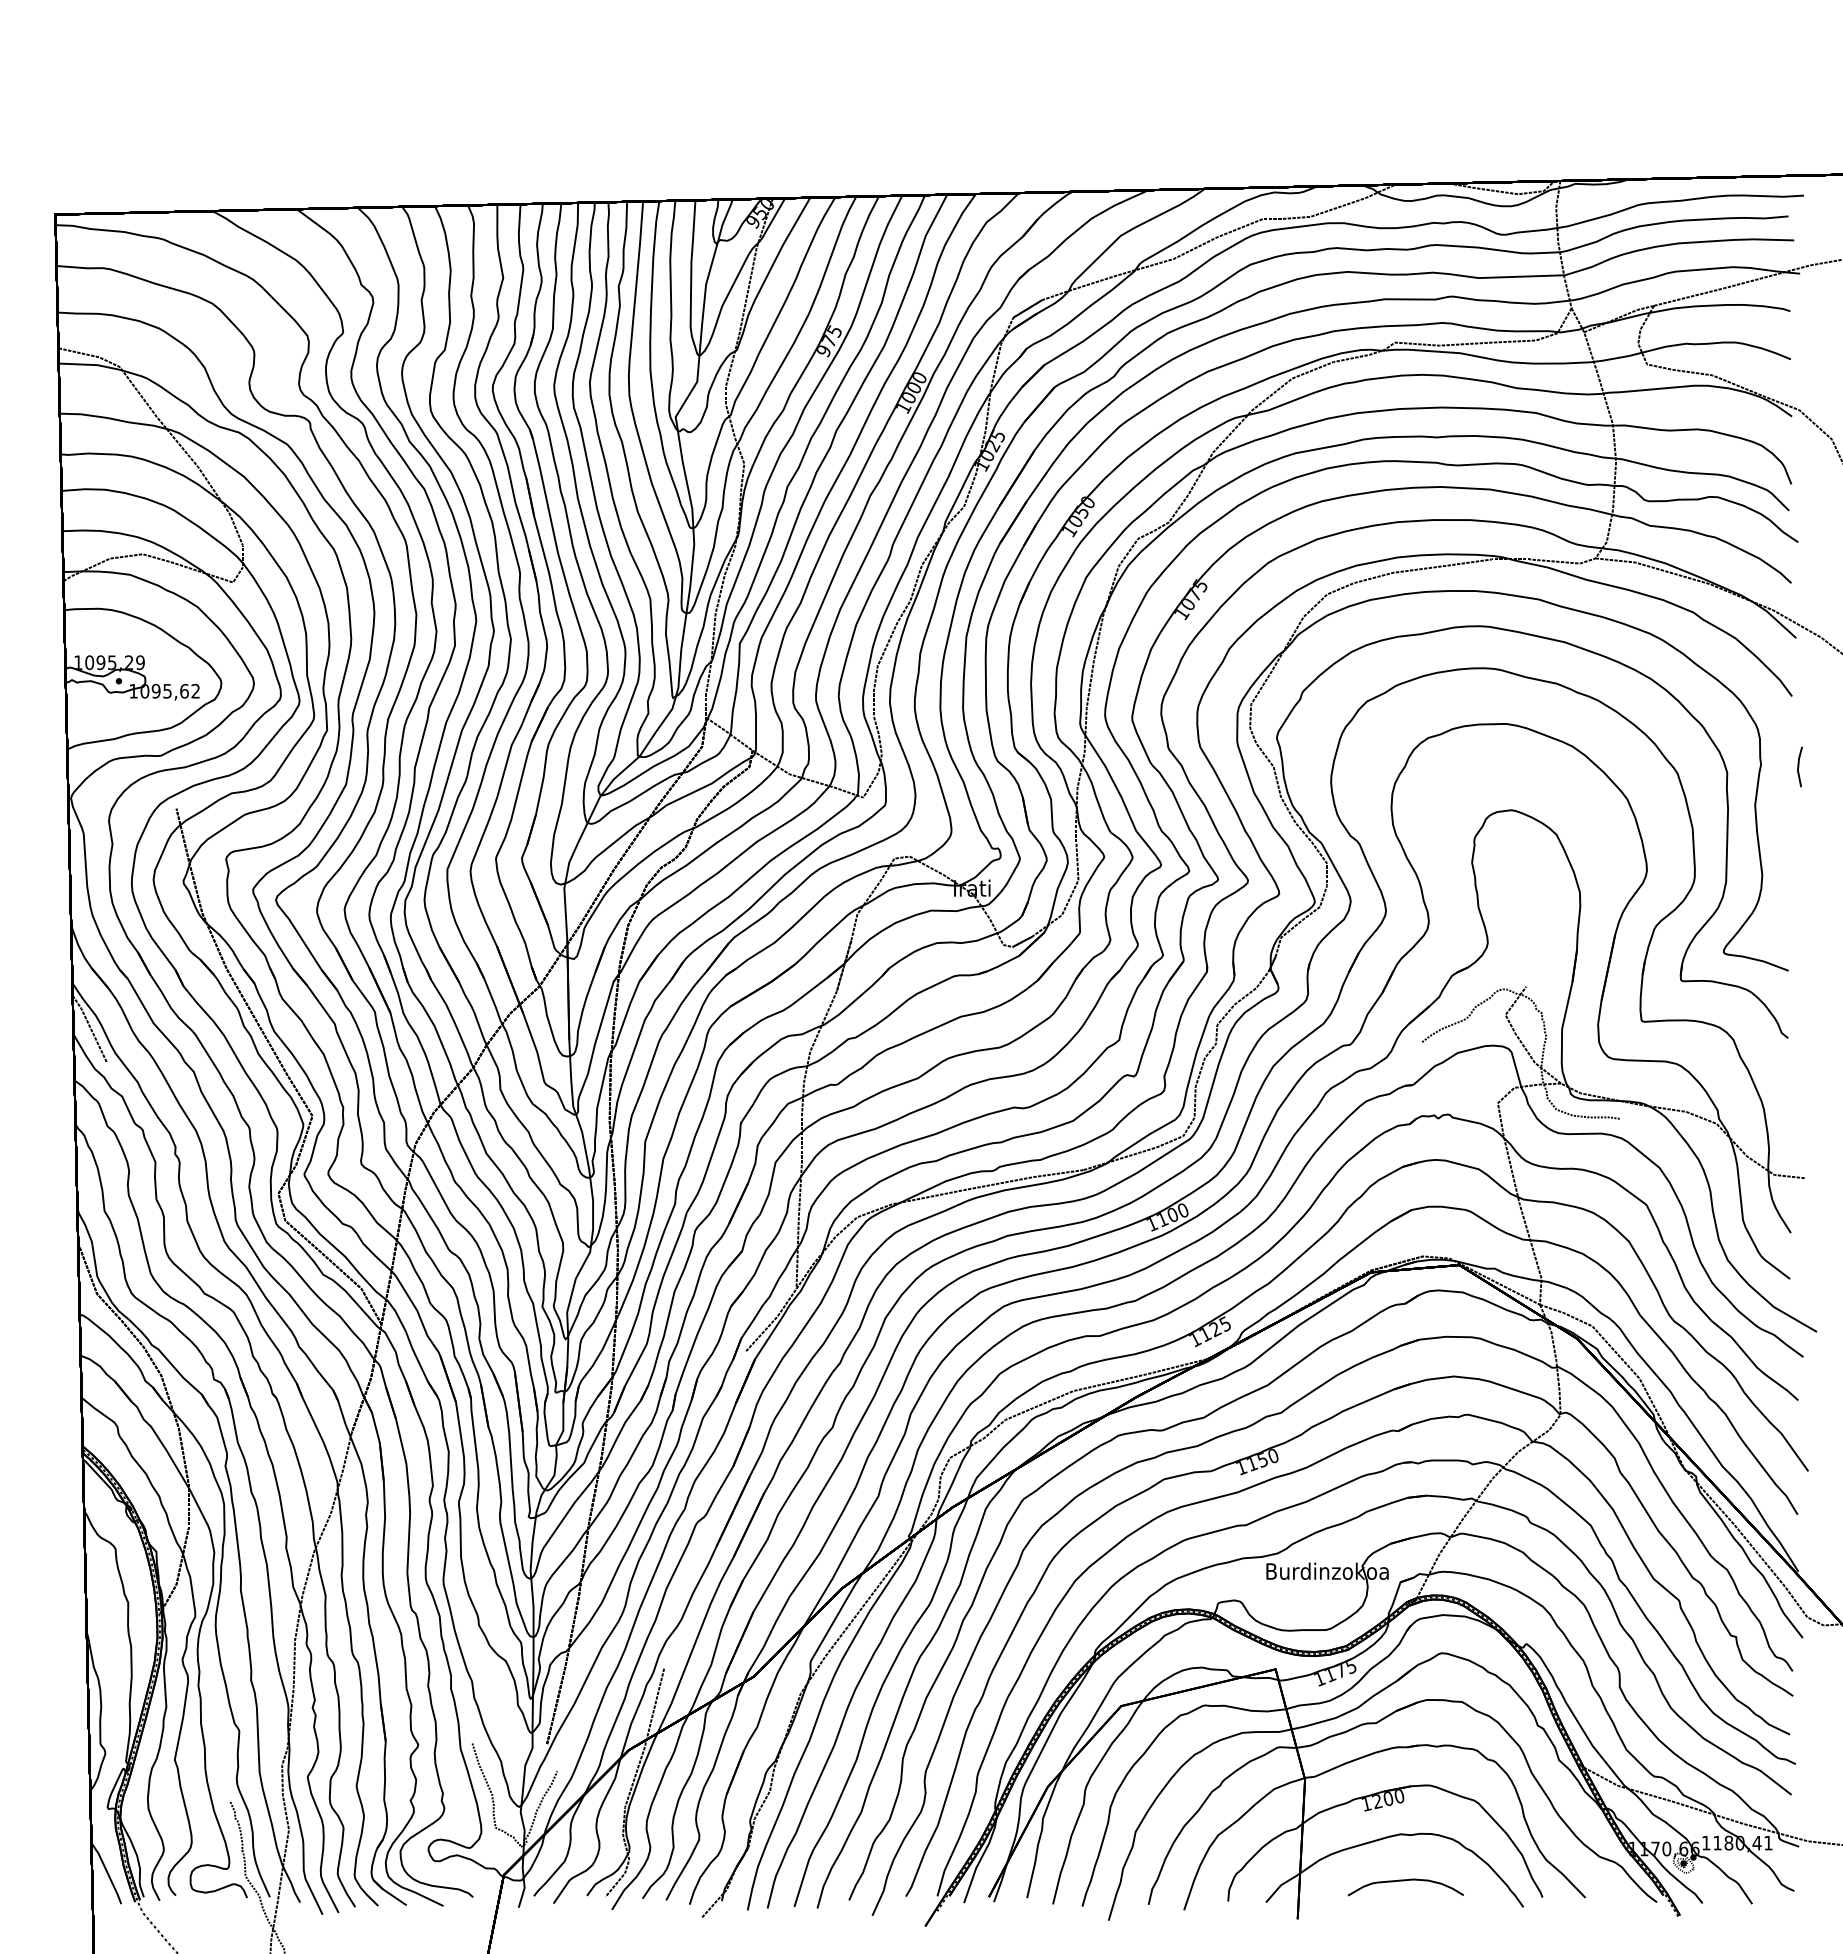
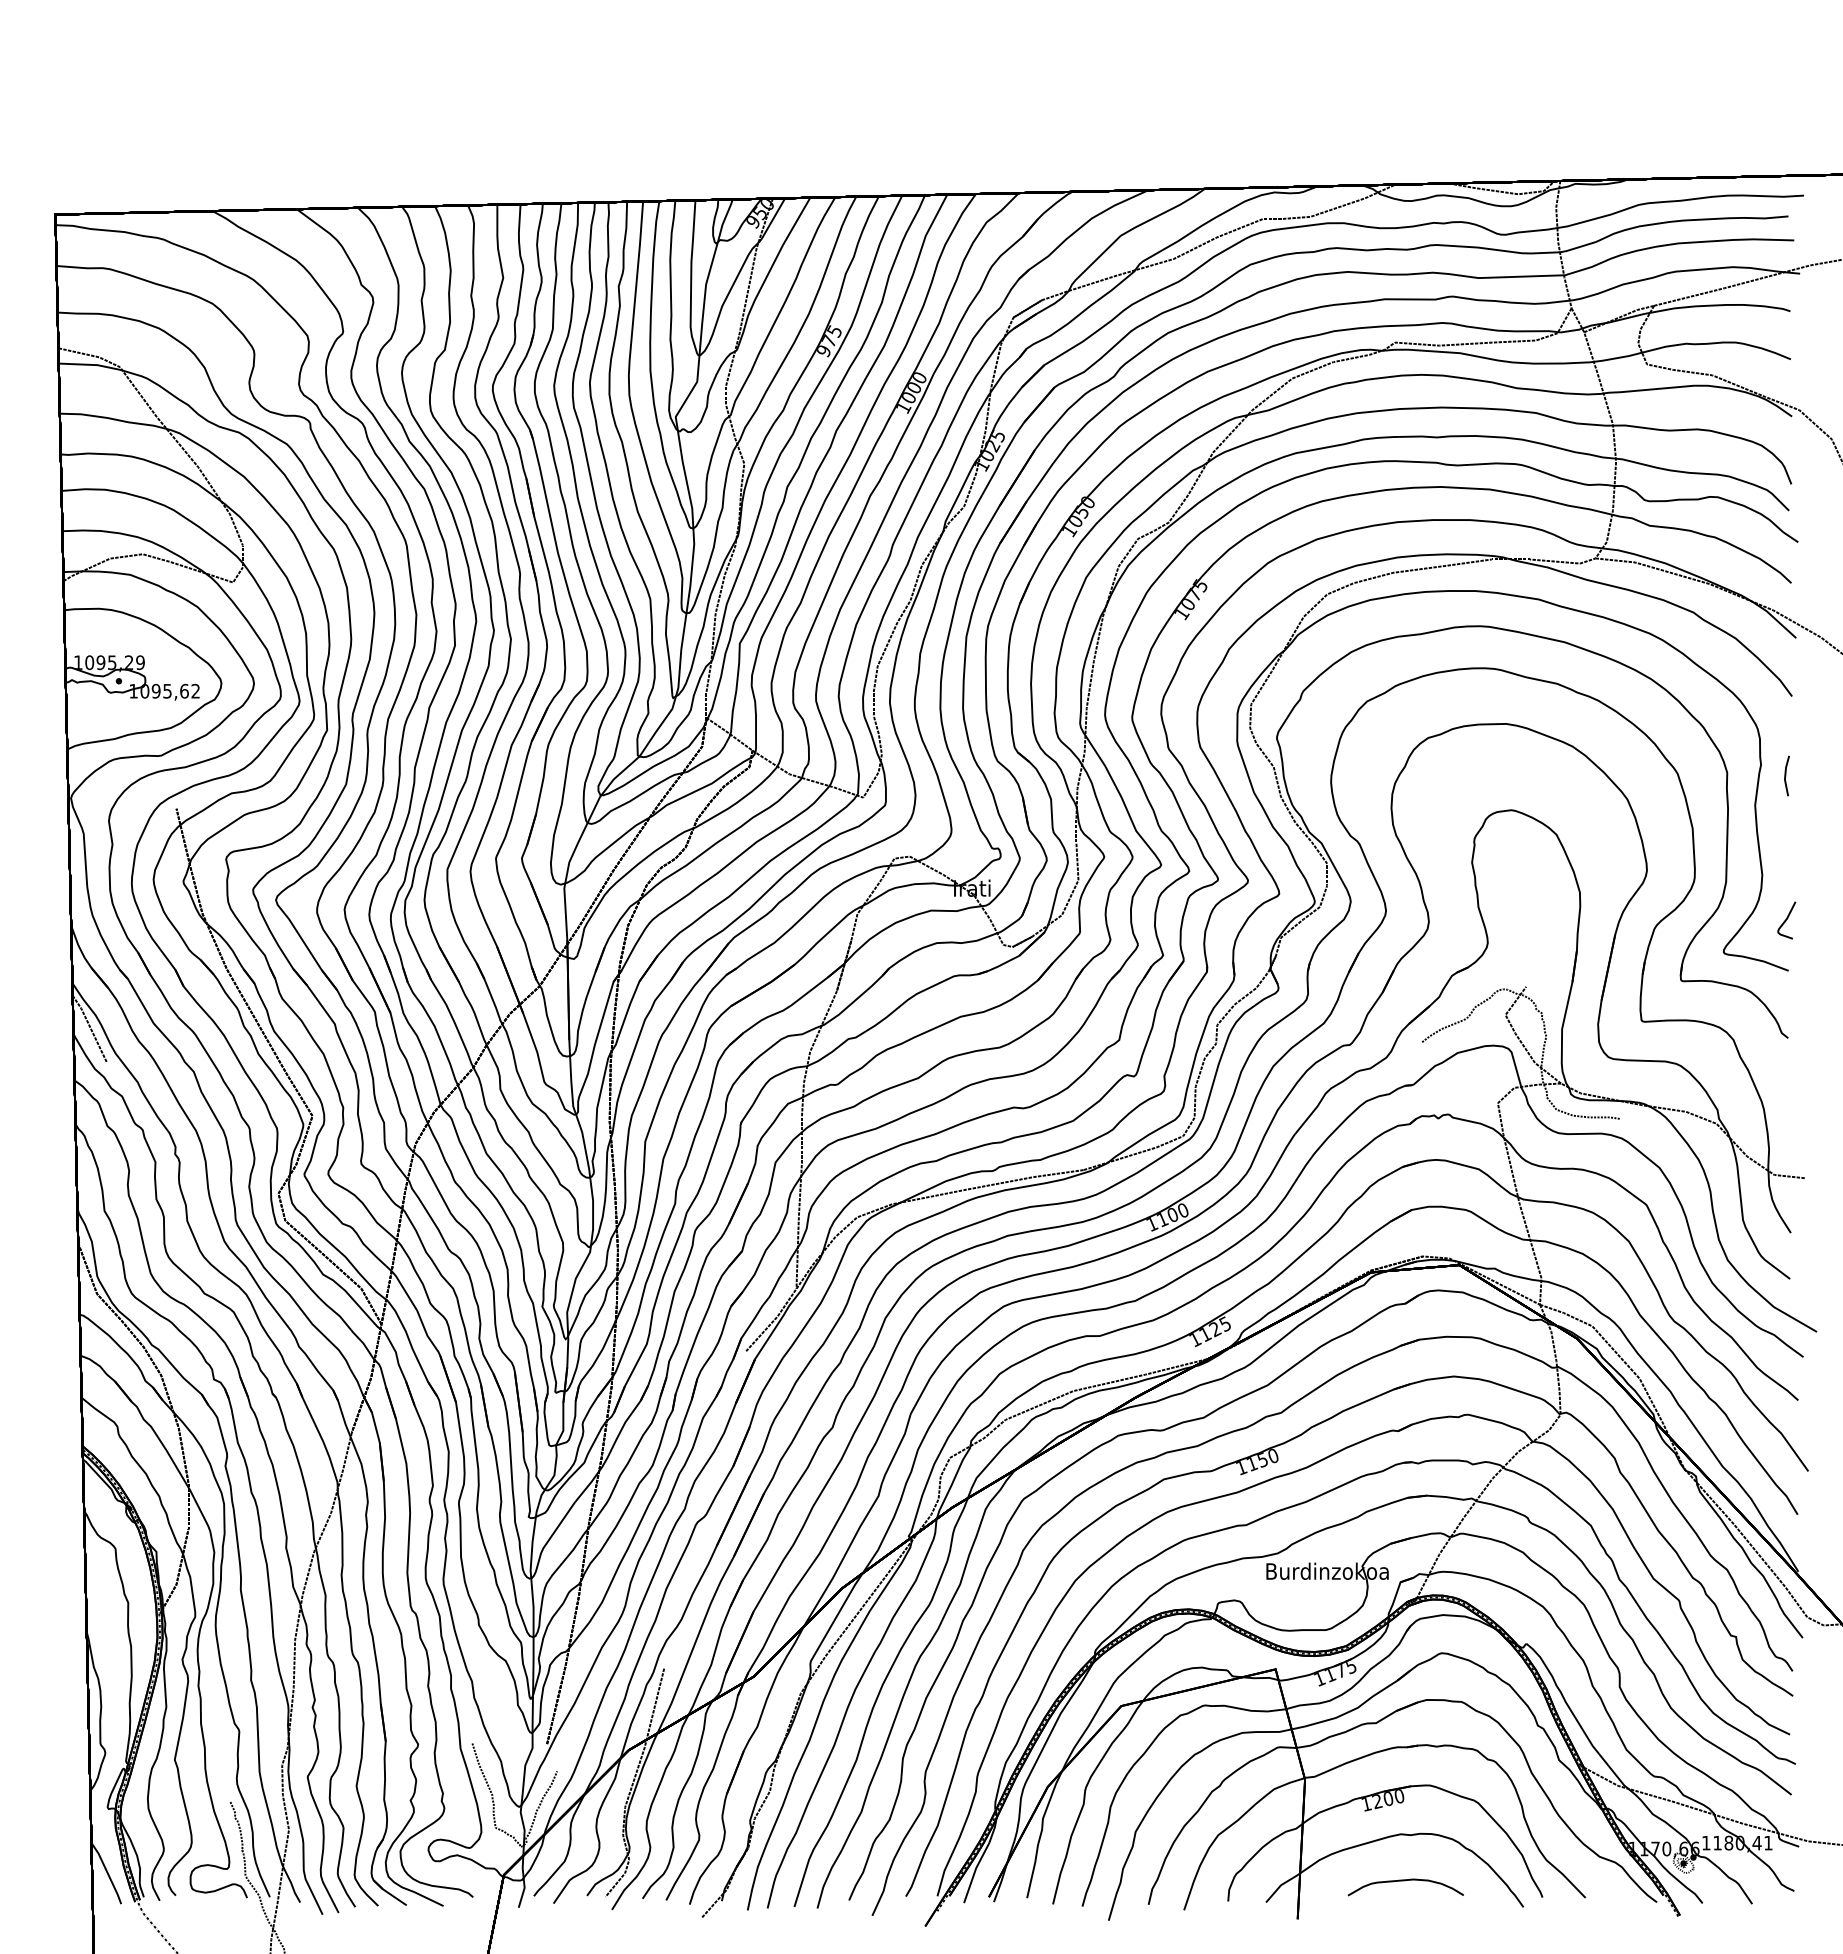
line at (1799, 766) position: (1799, 766) -> (1786, 775)
curve at (1786, 920): none -> present
